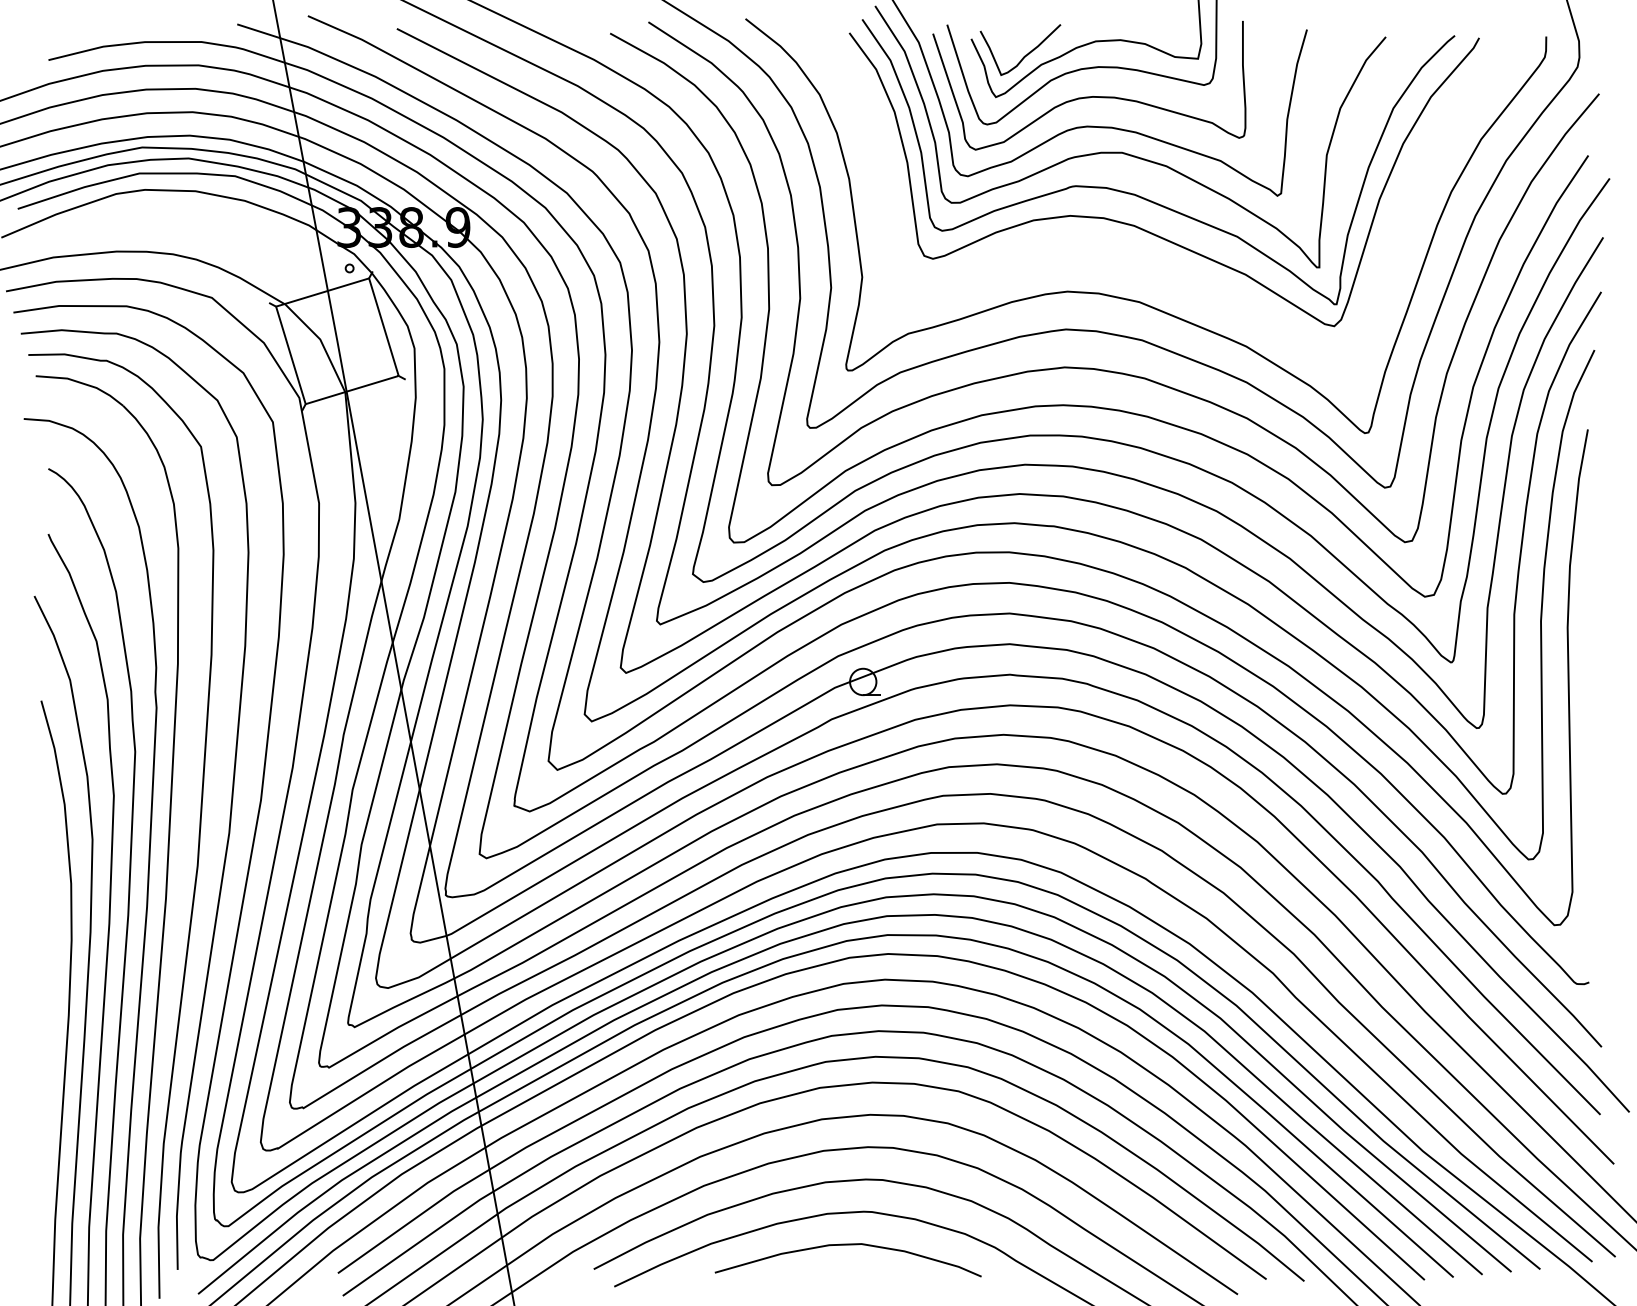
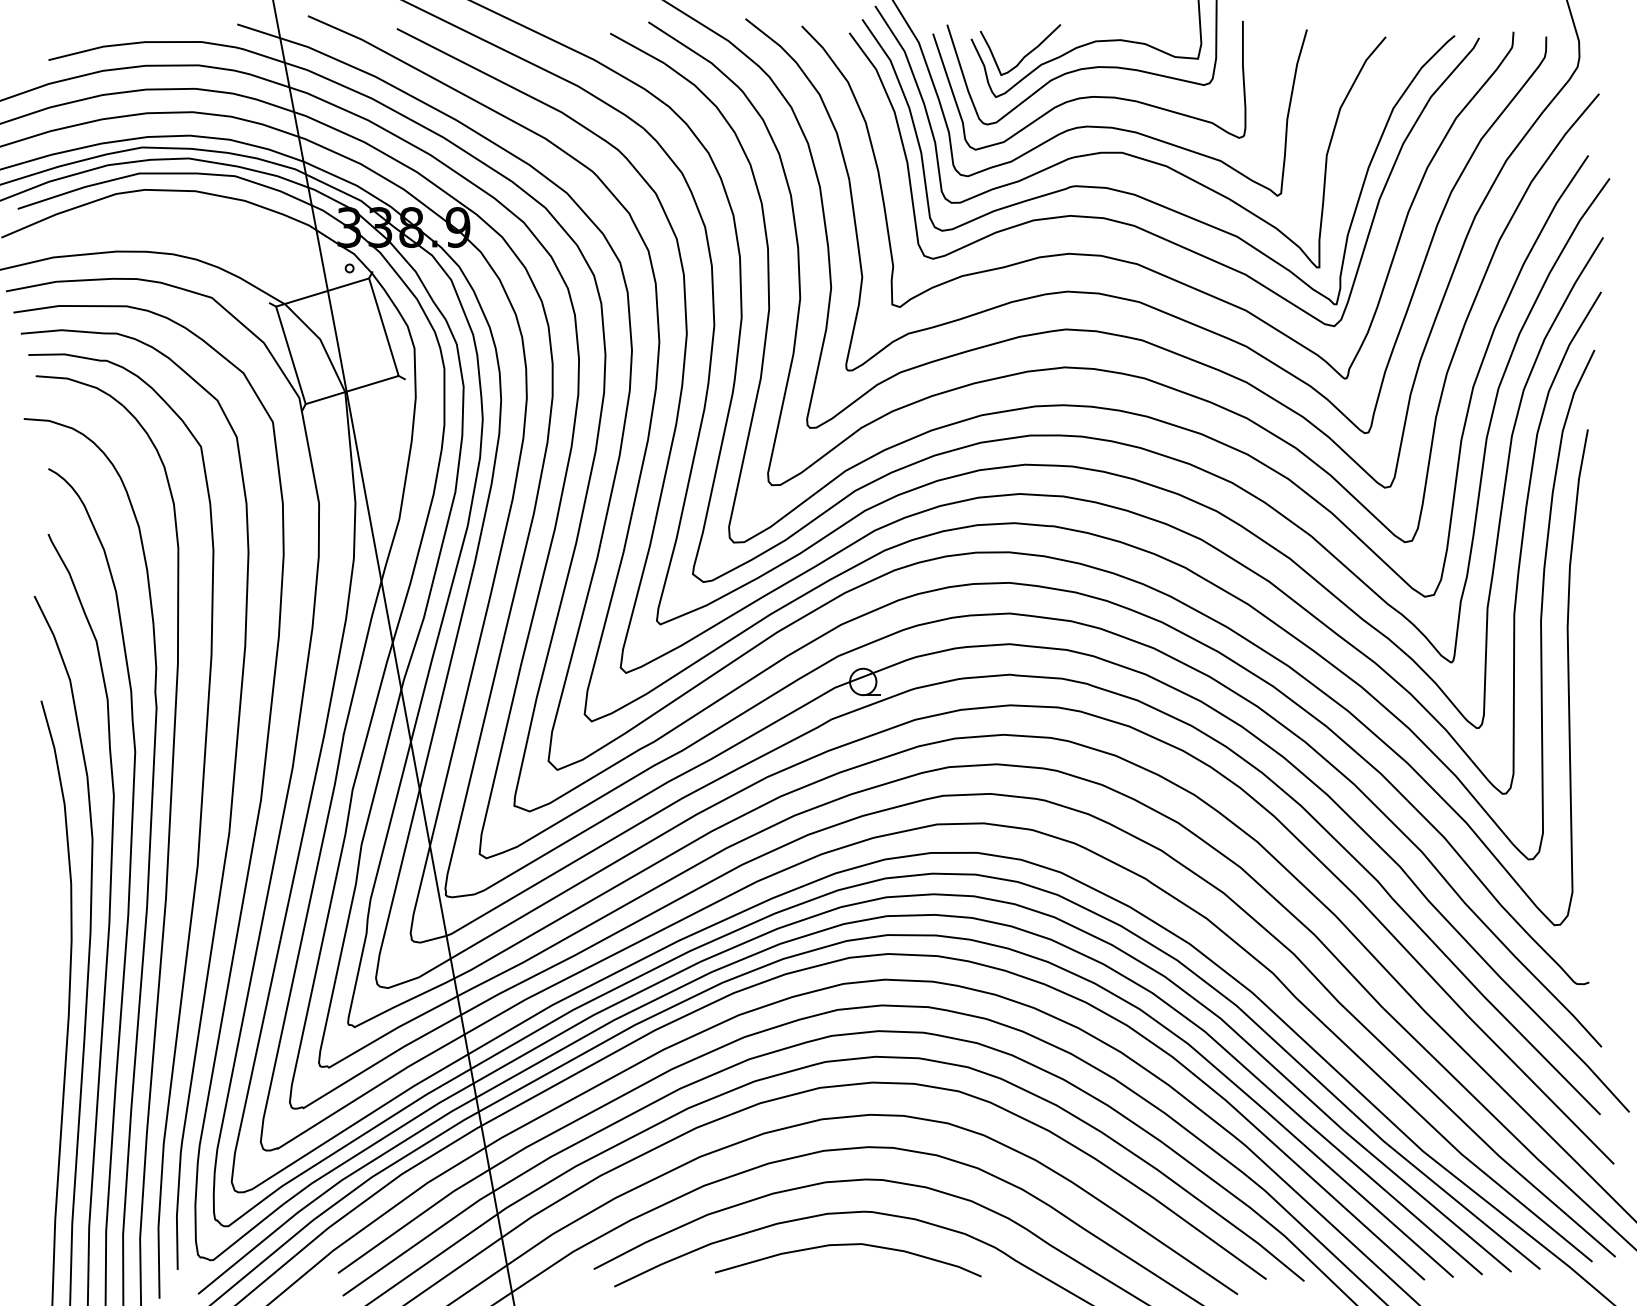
curve at (1138, 263): none -> present
